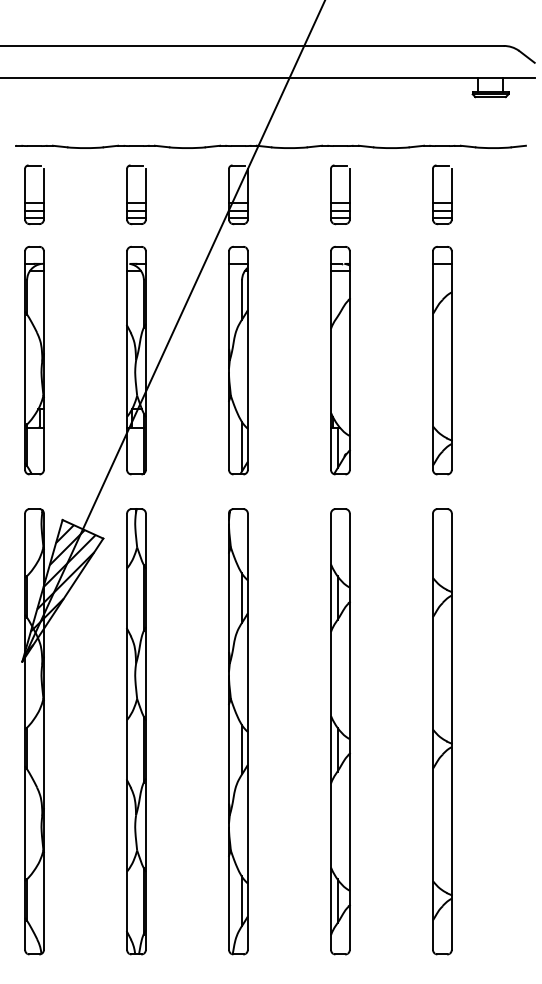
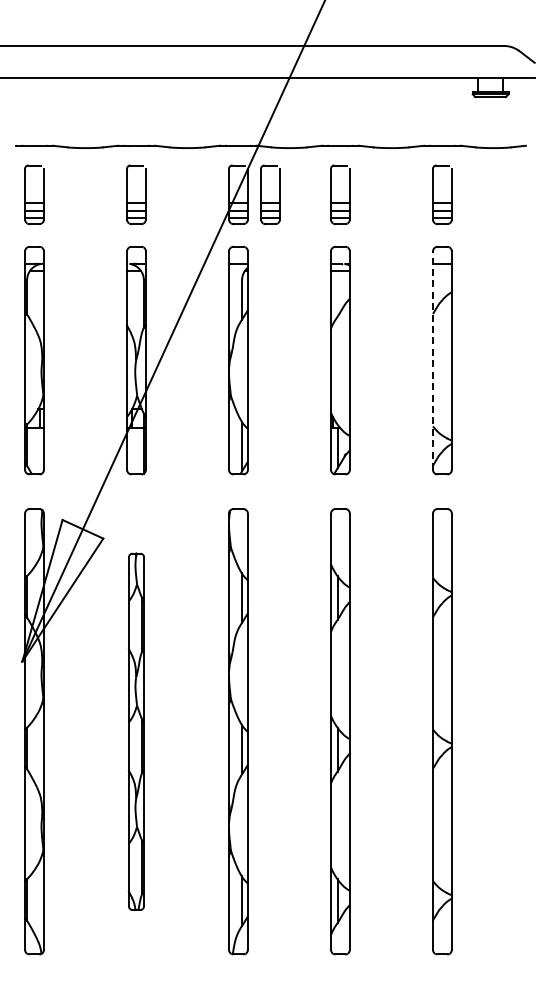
part at (270, 202): none -> present
line at (433, 360): solid -> dashed
hatch at (59, 586): present -> none
part at (136, 731) size: 21x448 px -> 18x359 px
